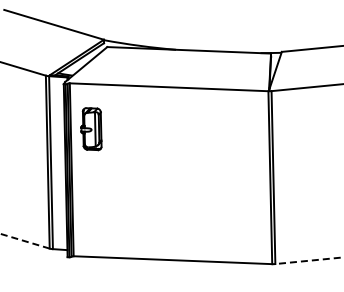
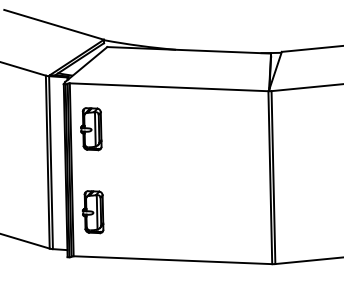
part at (92, 212): none -> present
line at (24, 241): dashed -> solid
line at (309, 260): dashed -> solid
